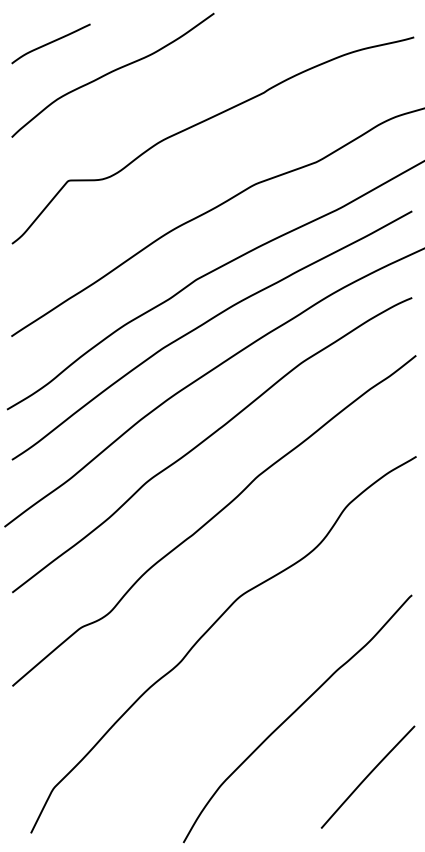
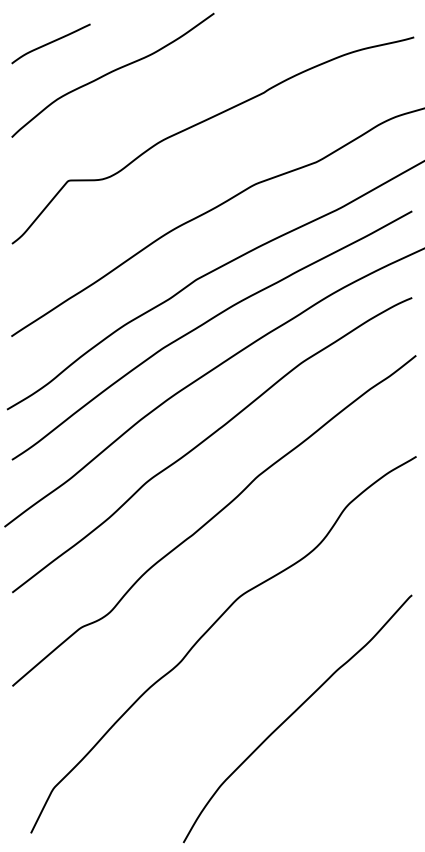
curve at (367, 776): present -> none
